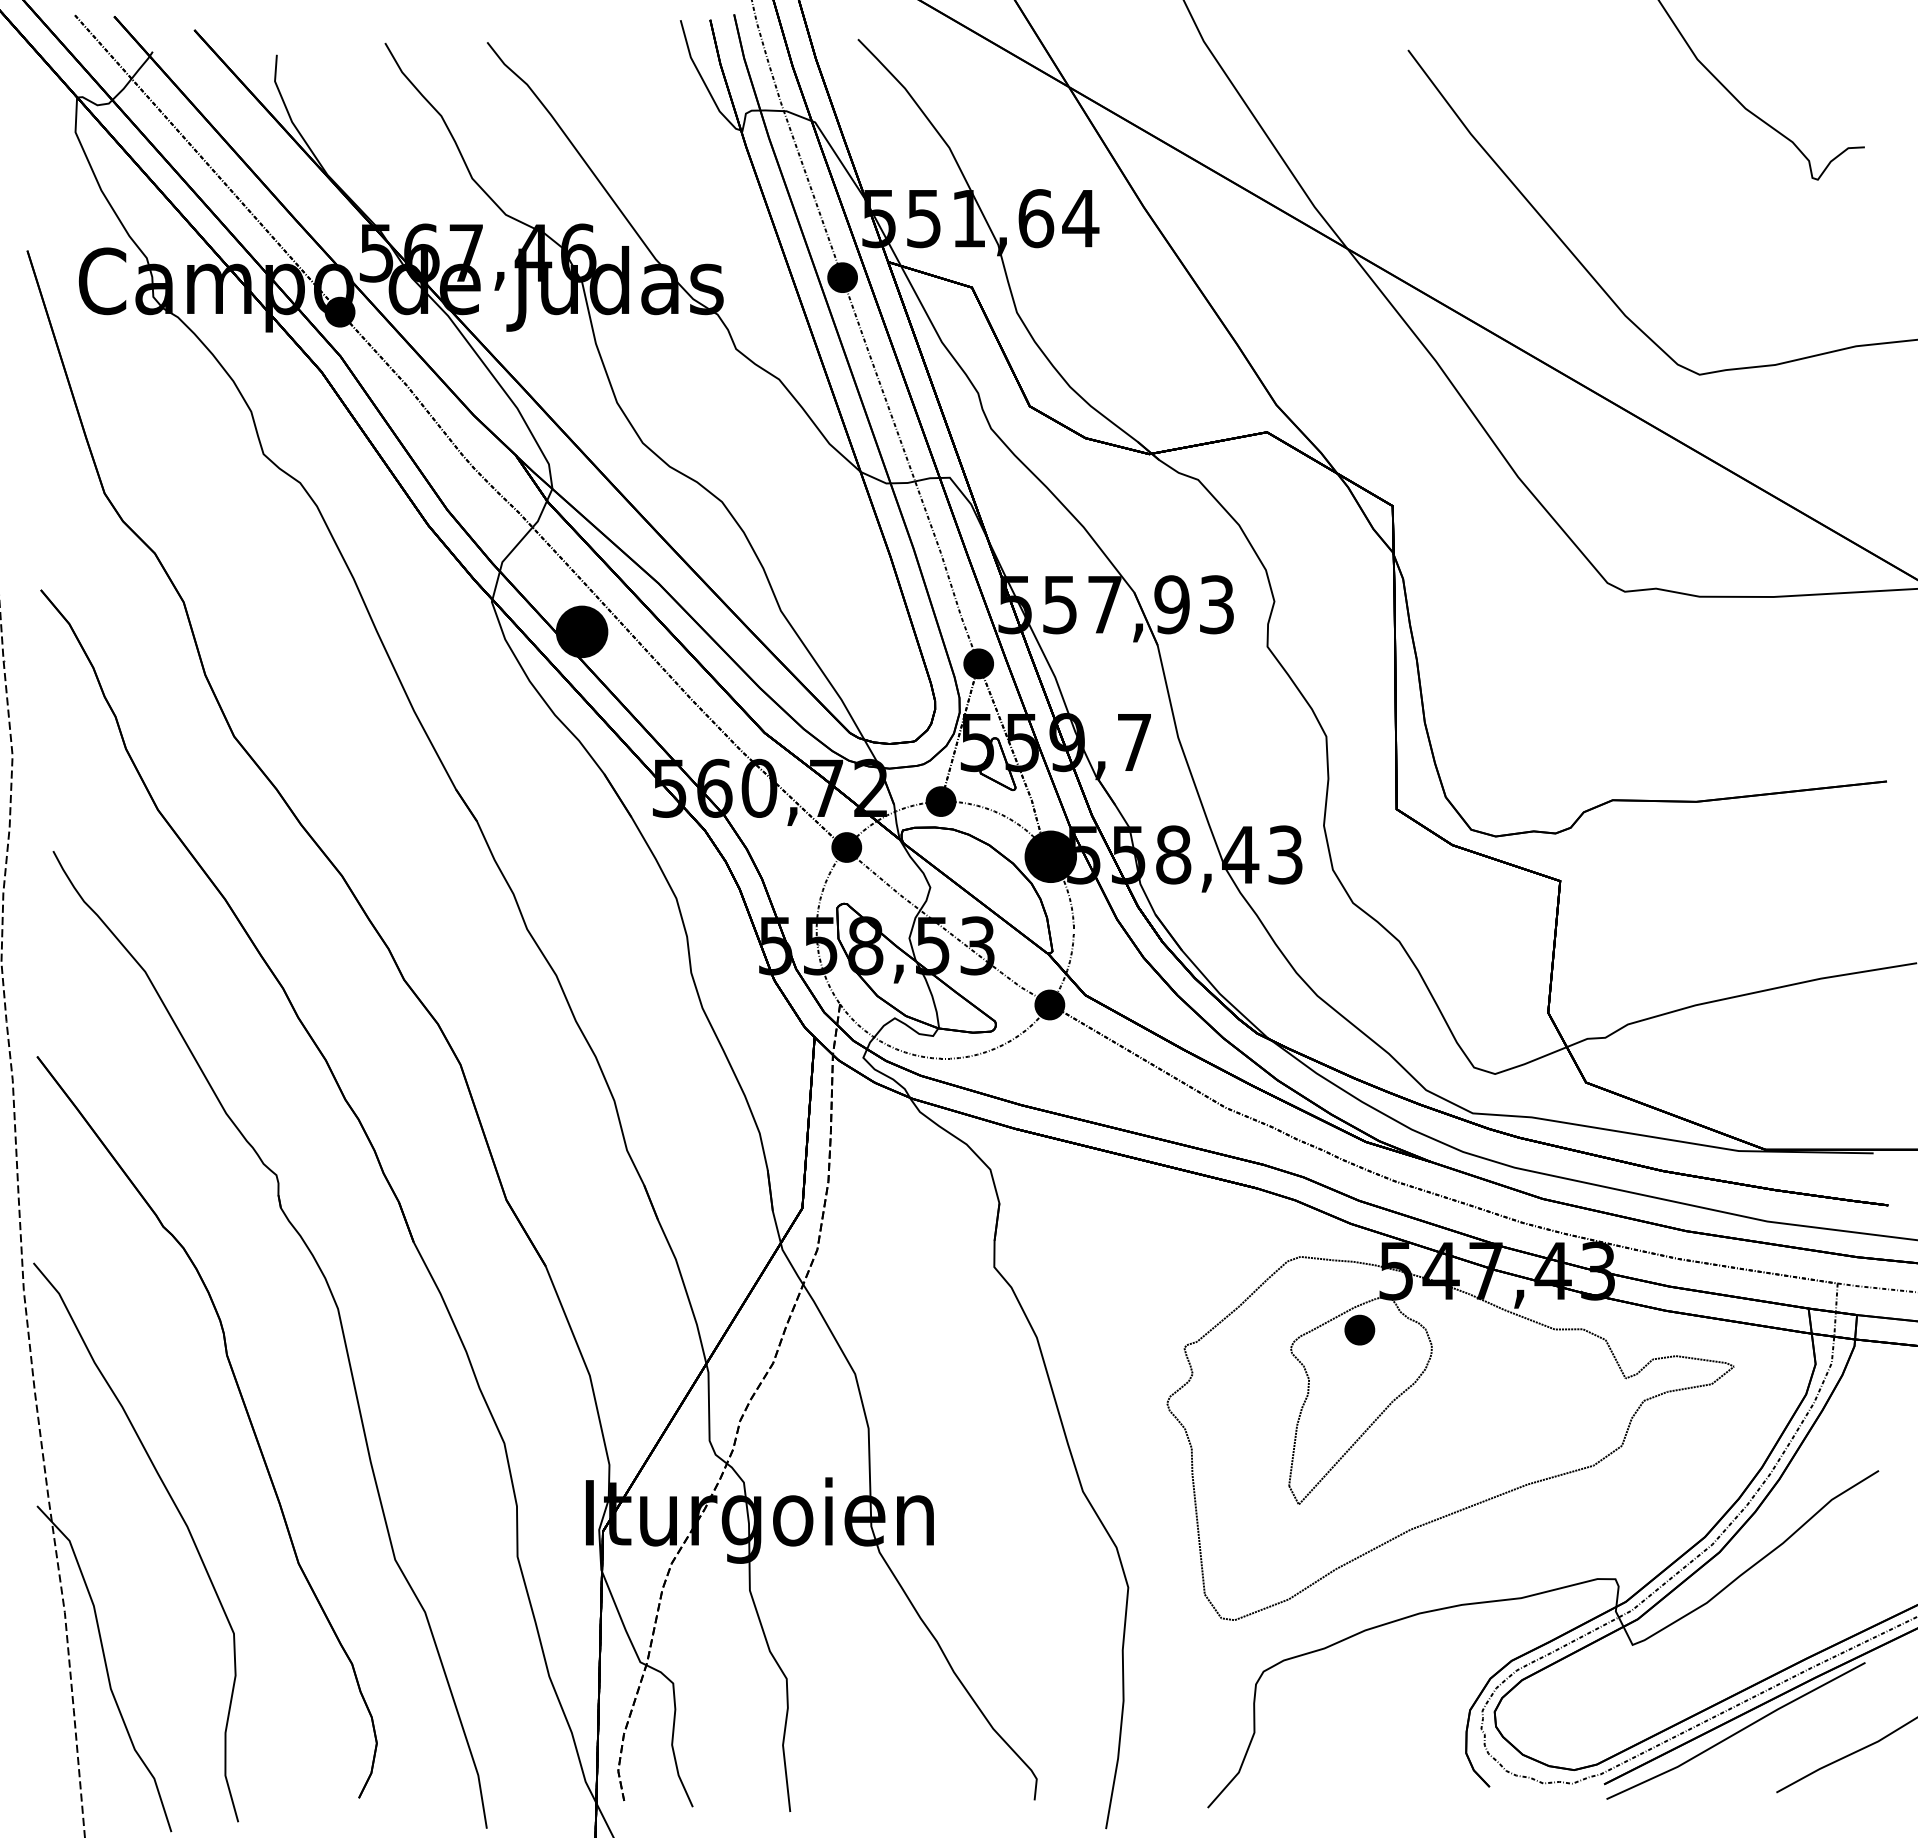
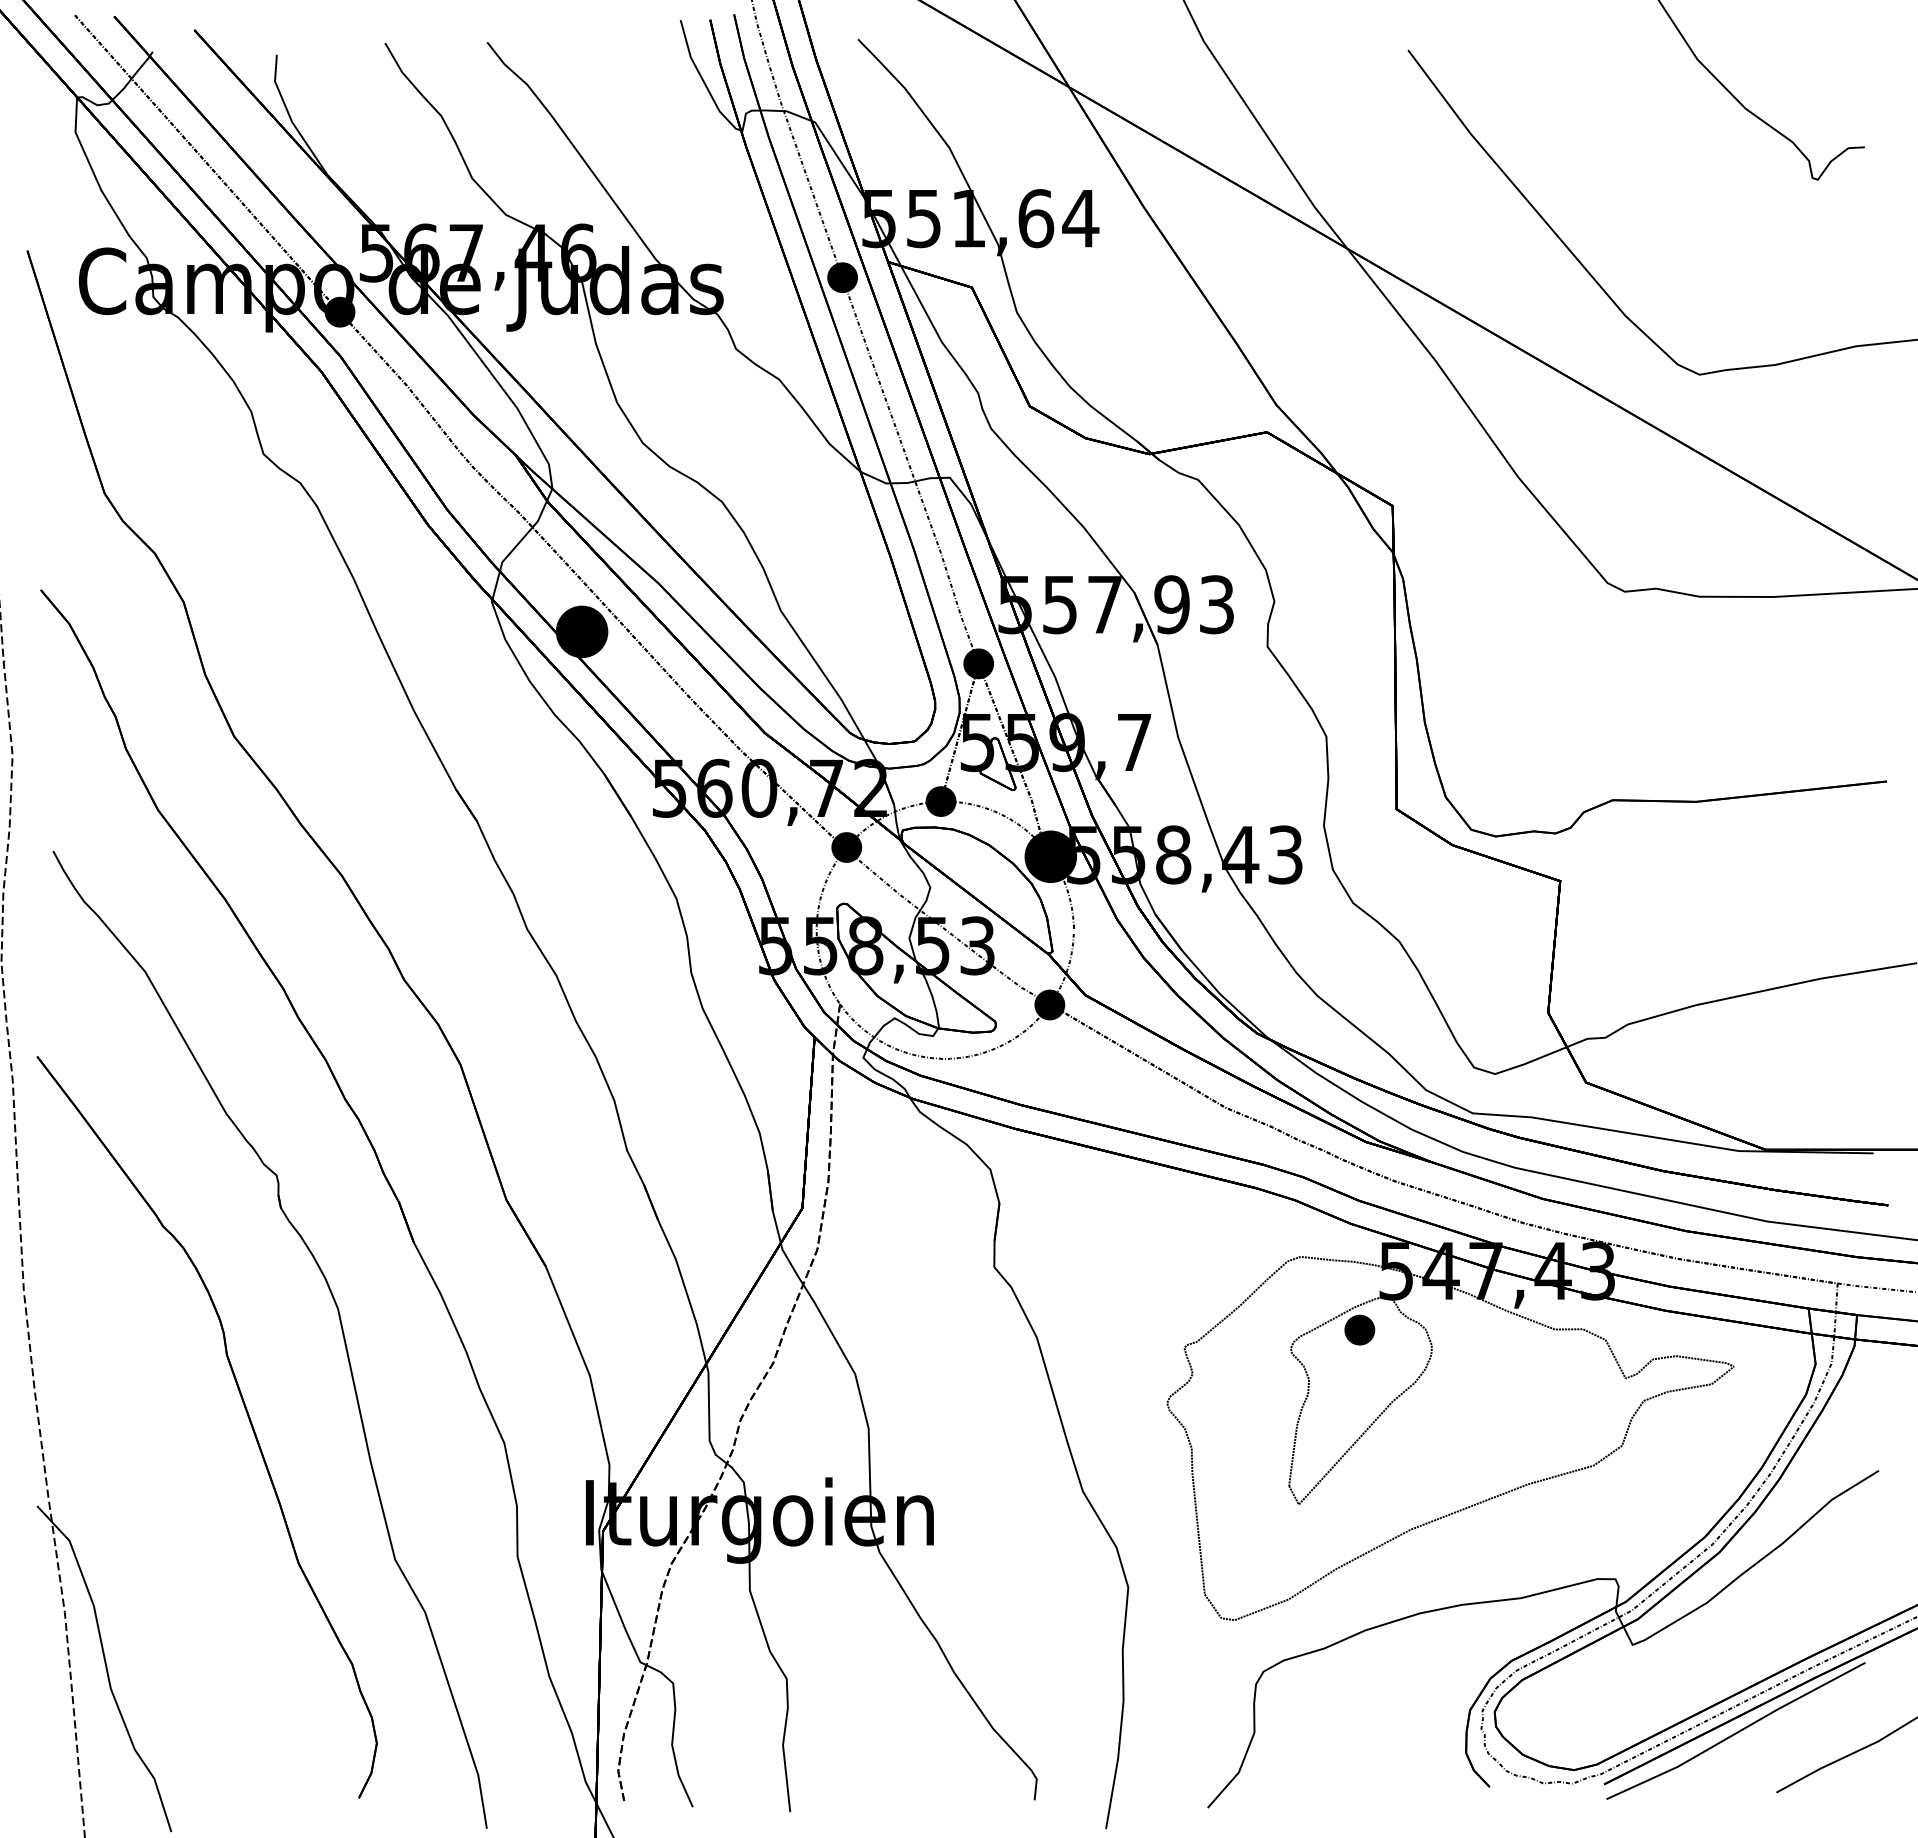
curve at (181, 1518): present -> none
